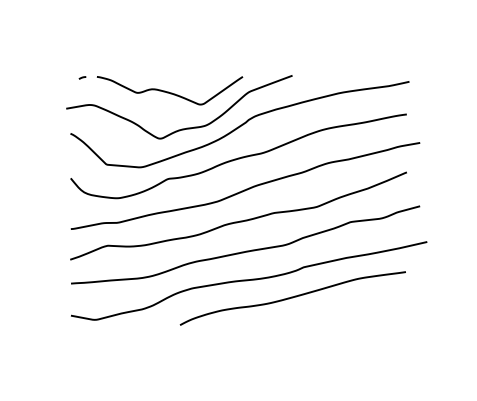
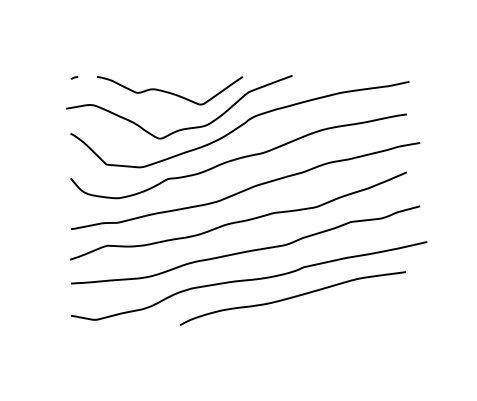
curve at (82, 77) position: (82, 77) -> (74, 77)
